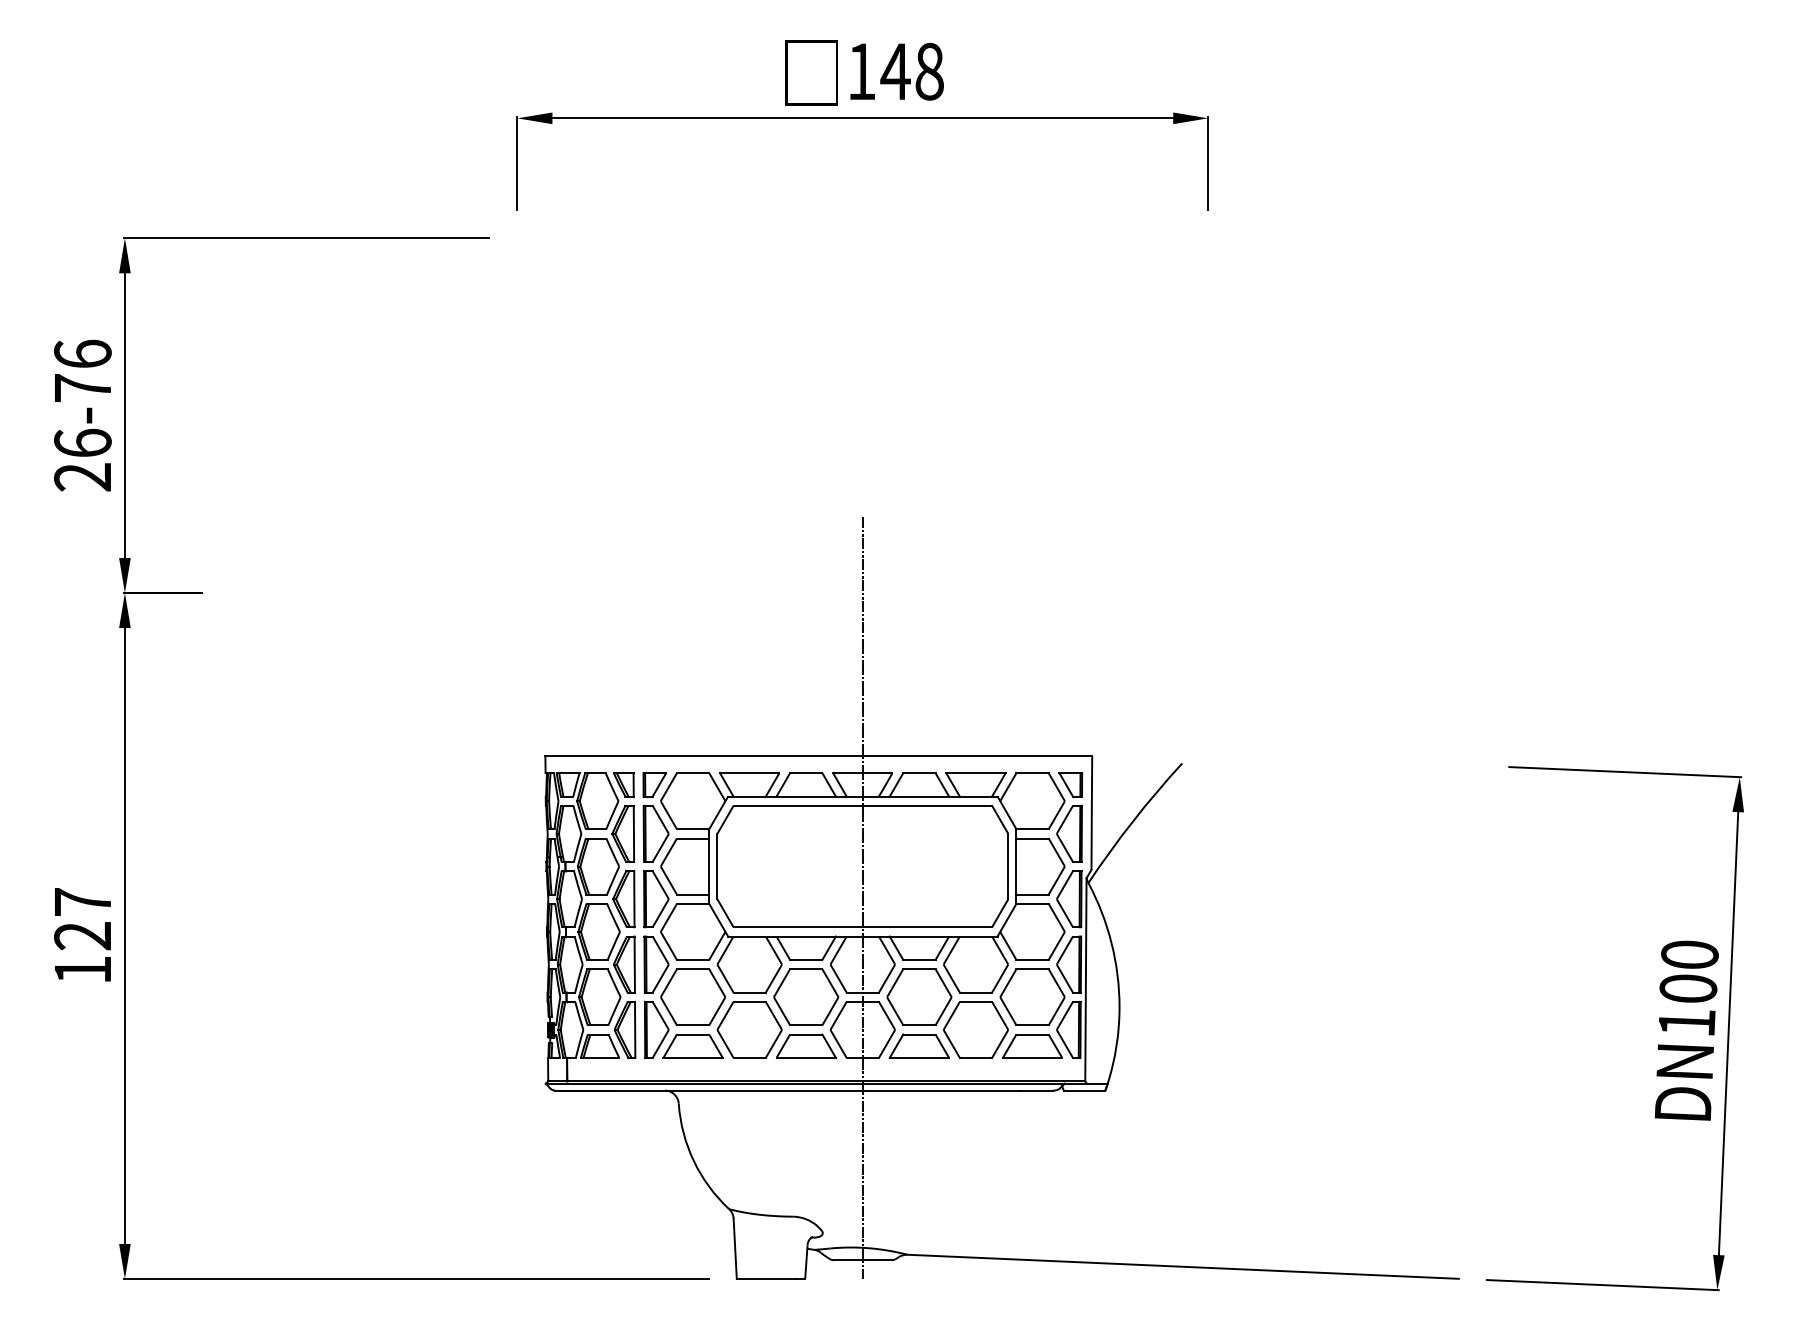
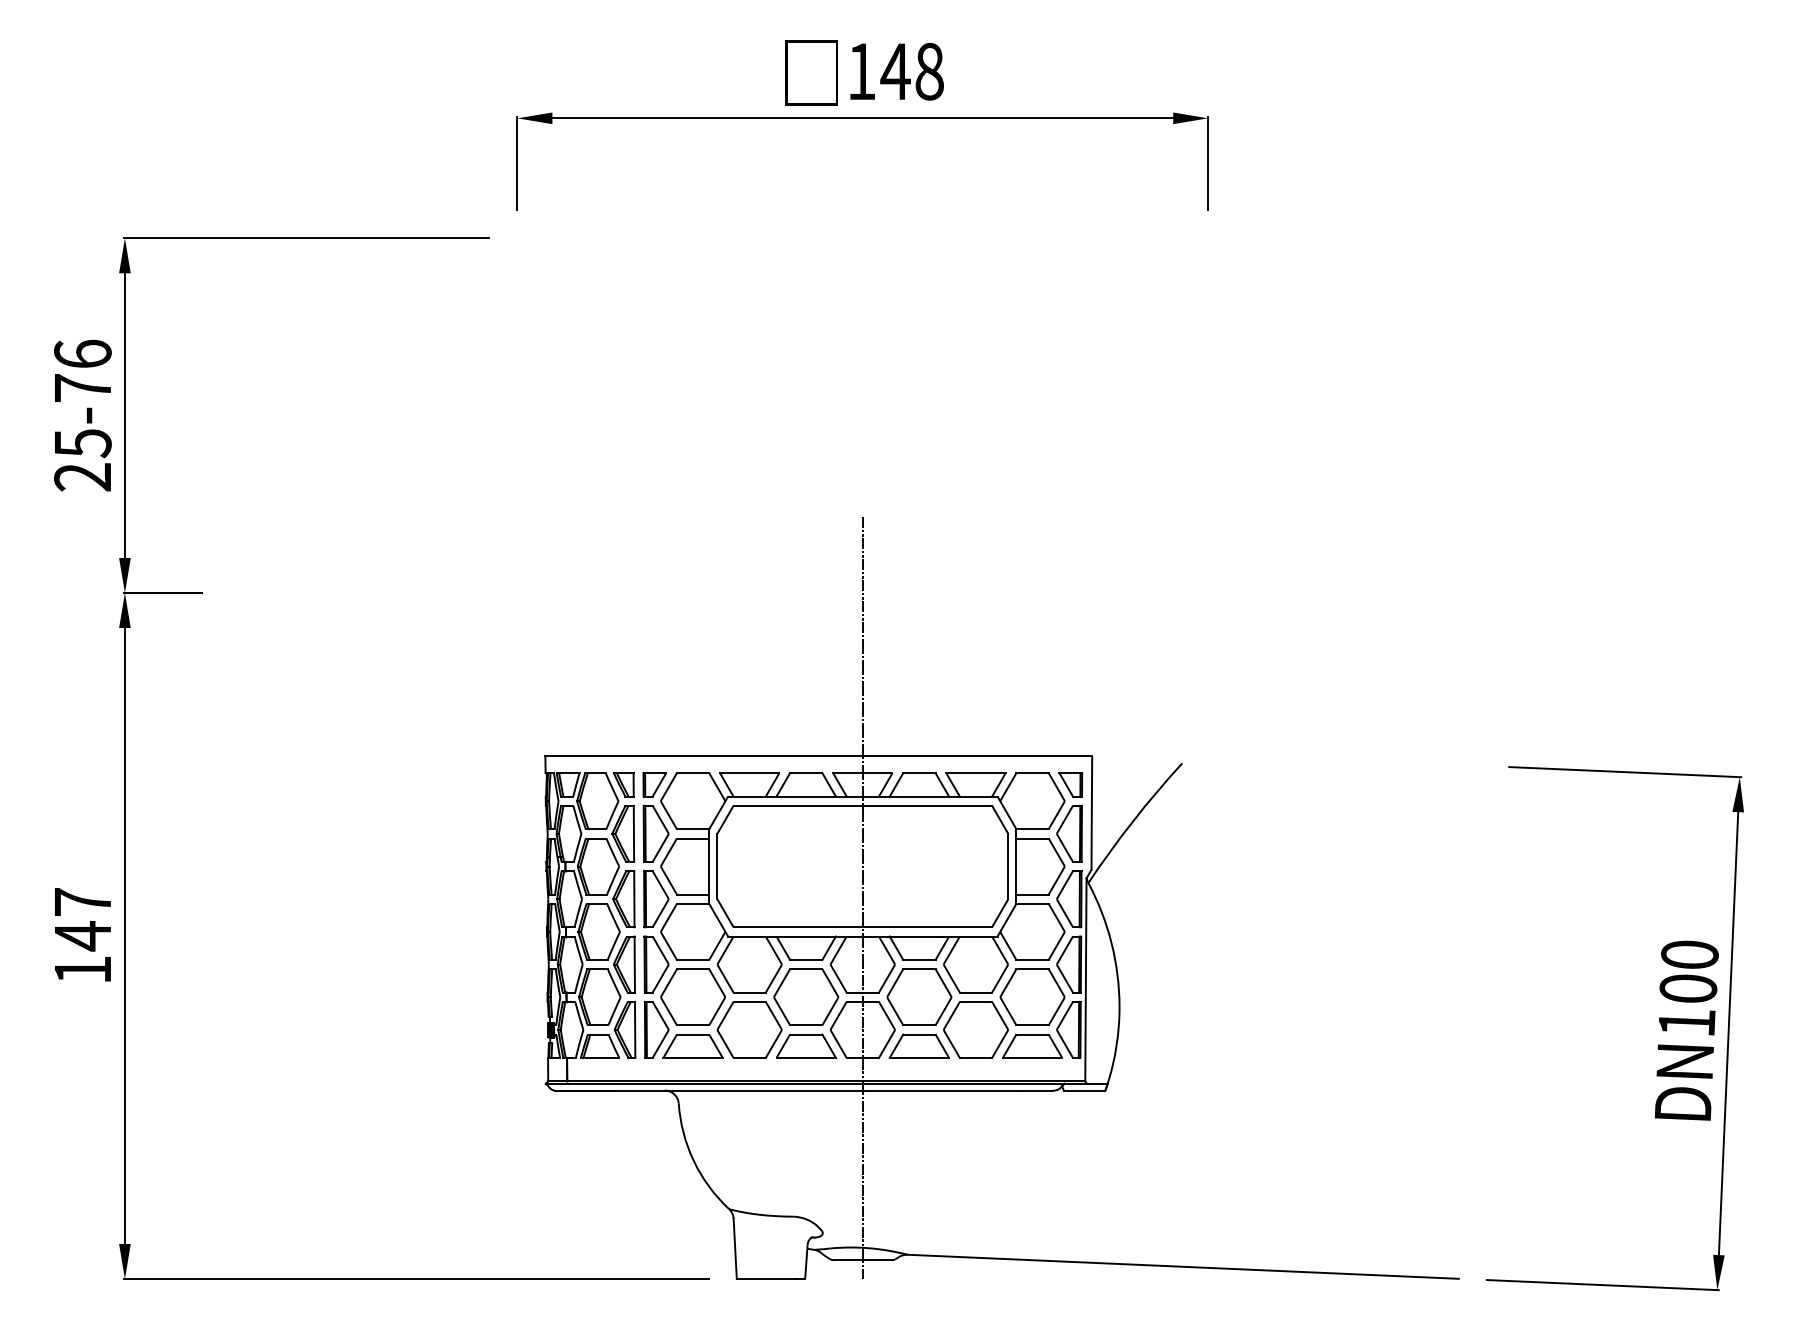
text at (82, 443): 26-76 -> 25-76
text at (82, 936): 127 -> 147
